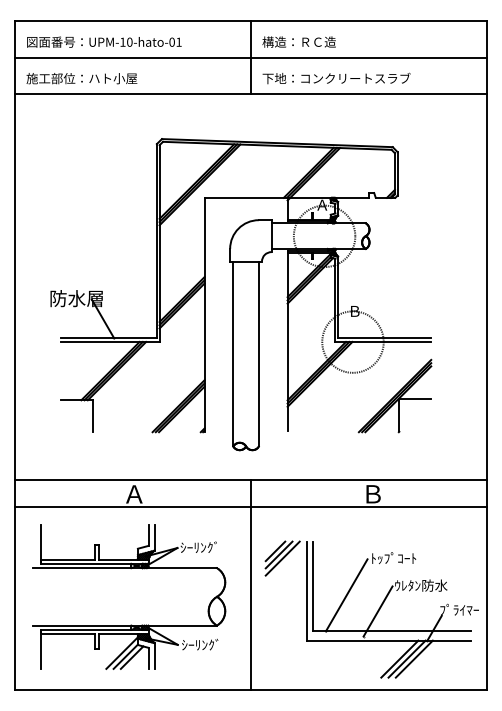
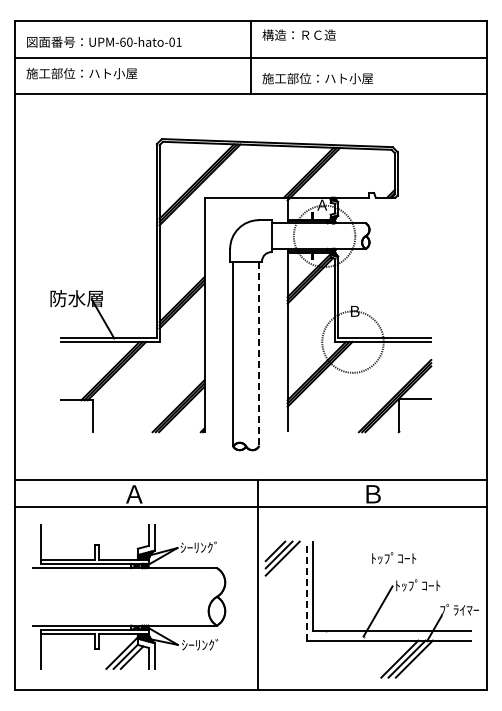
text at (122, 41): UPM-10-hato-01 -> UPM-60-hato-01
text at (298, 41) position: (298, 41) -> (298, 34)
text at (81, 78) position: (81, 78) -> (81, 73)
text at (336, 78): 下地：コンクリートスラブ -> 施工部位：ハト小屋
line at (258, 354): solid -> dashed
line at (251, 584) position: (251, 584) -> (258, 584)
text at (421, 585): ｳﾚﾀﾝ防水 -> ﾄｯﾌﾟｺｰﾄ
line at (306, 590): solid -> dashed
line at (346, 595): present -> none
